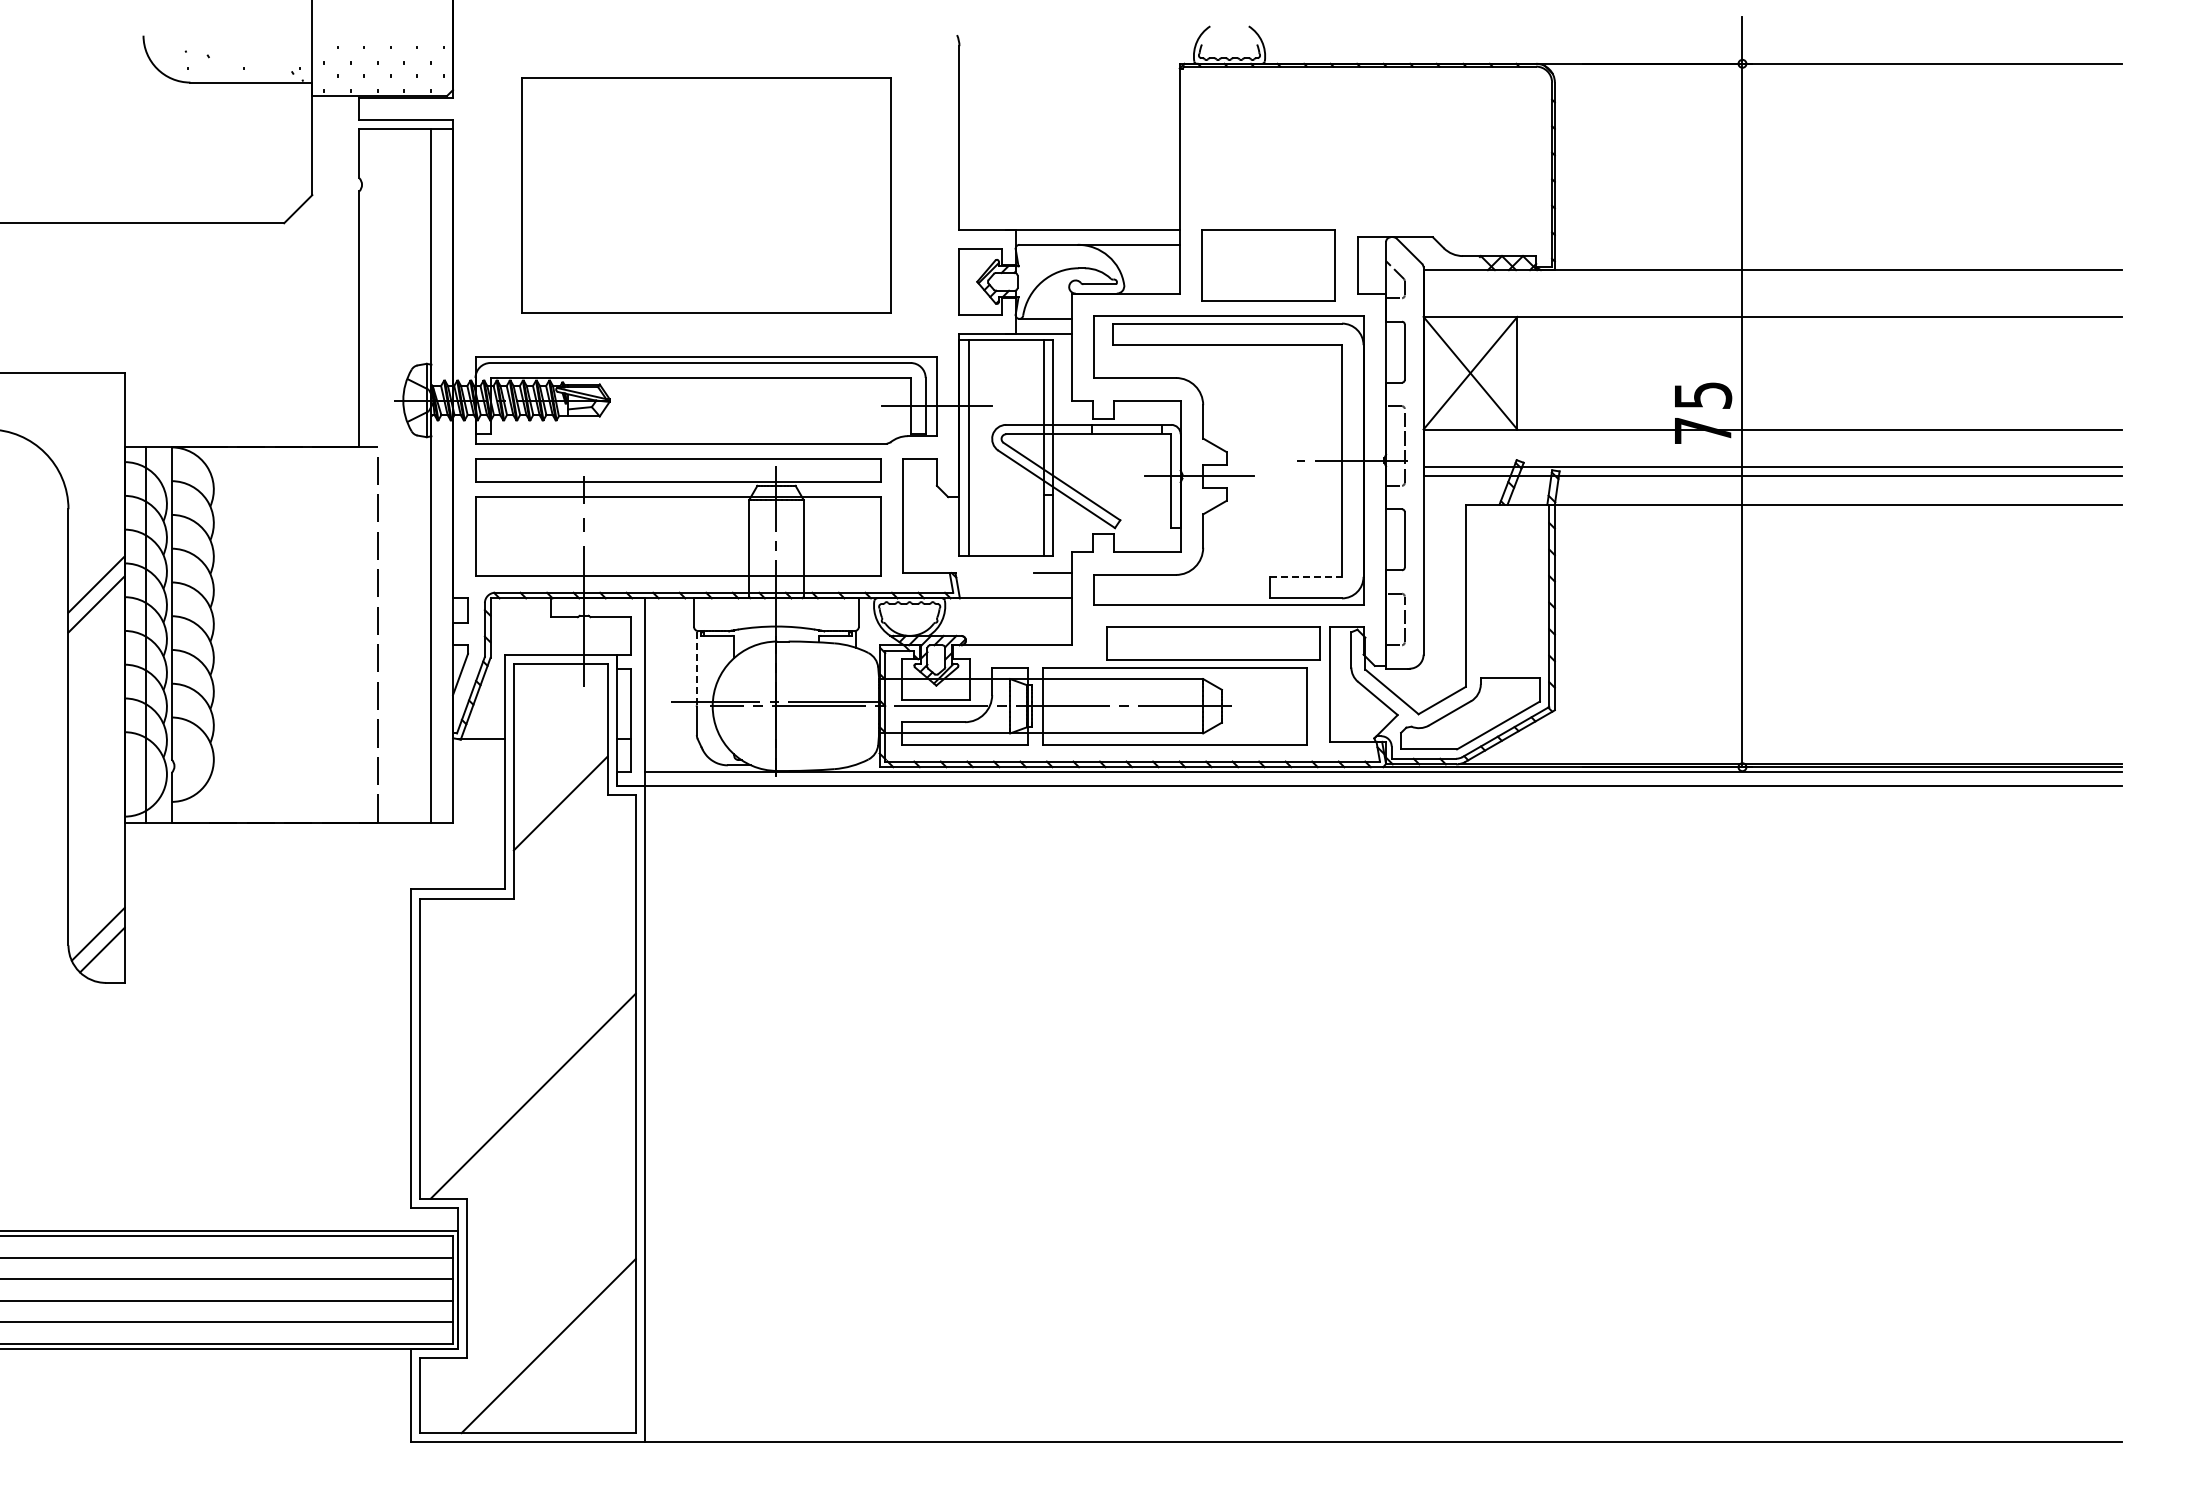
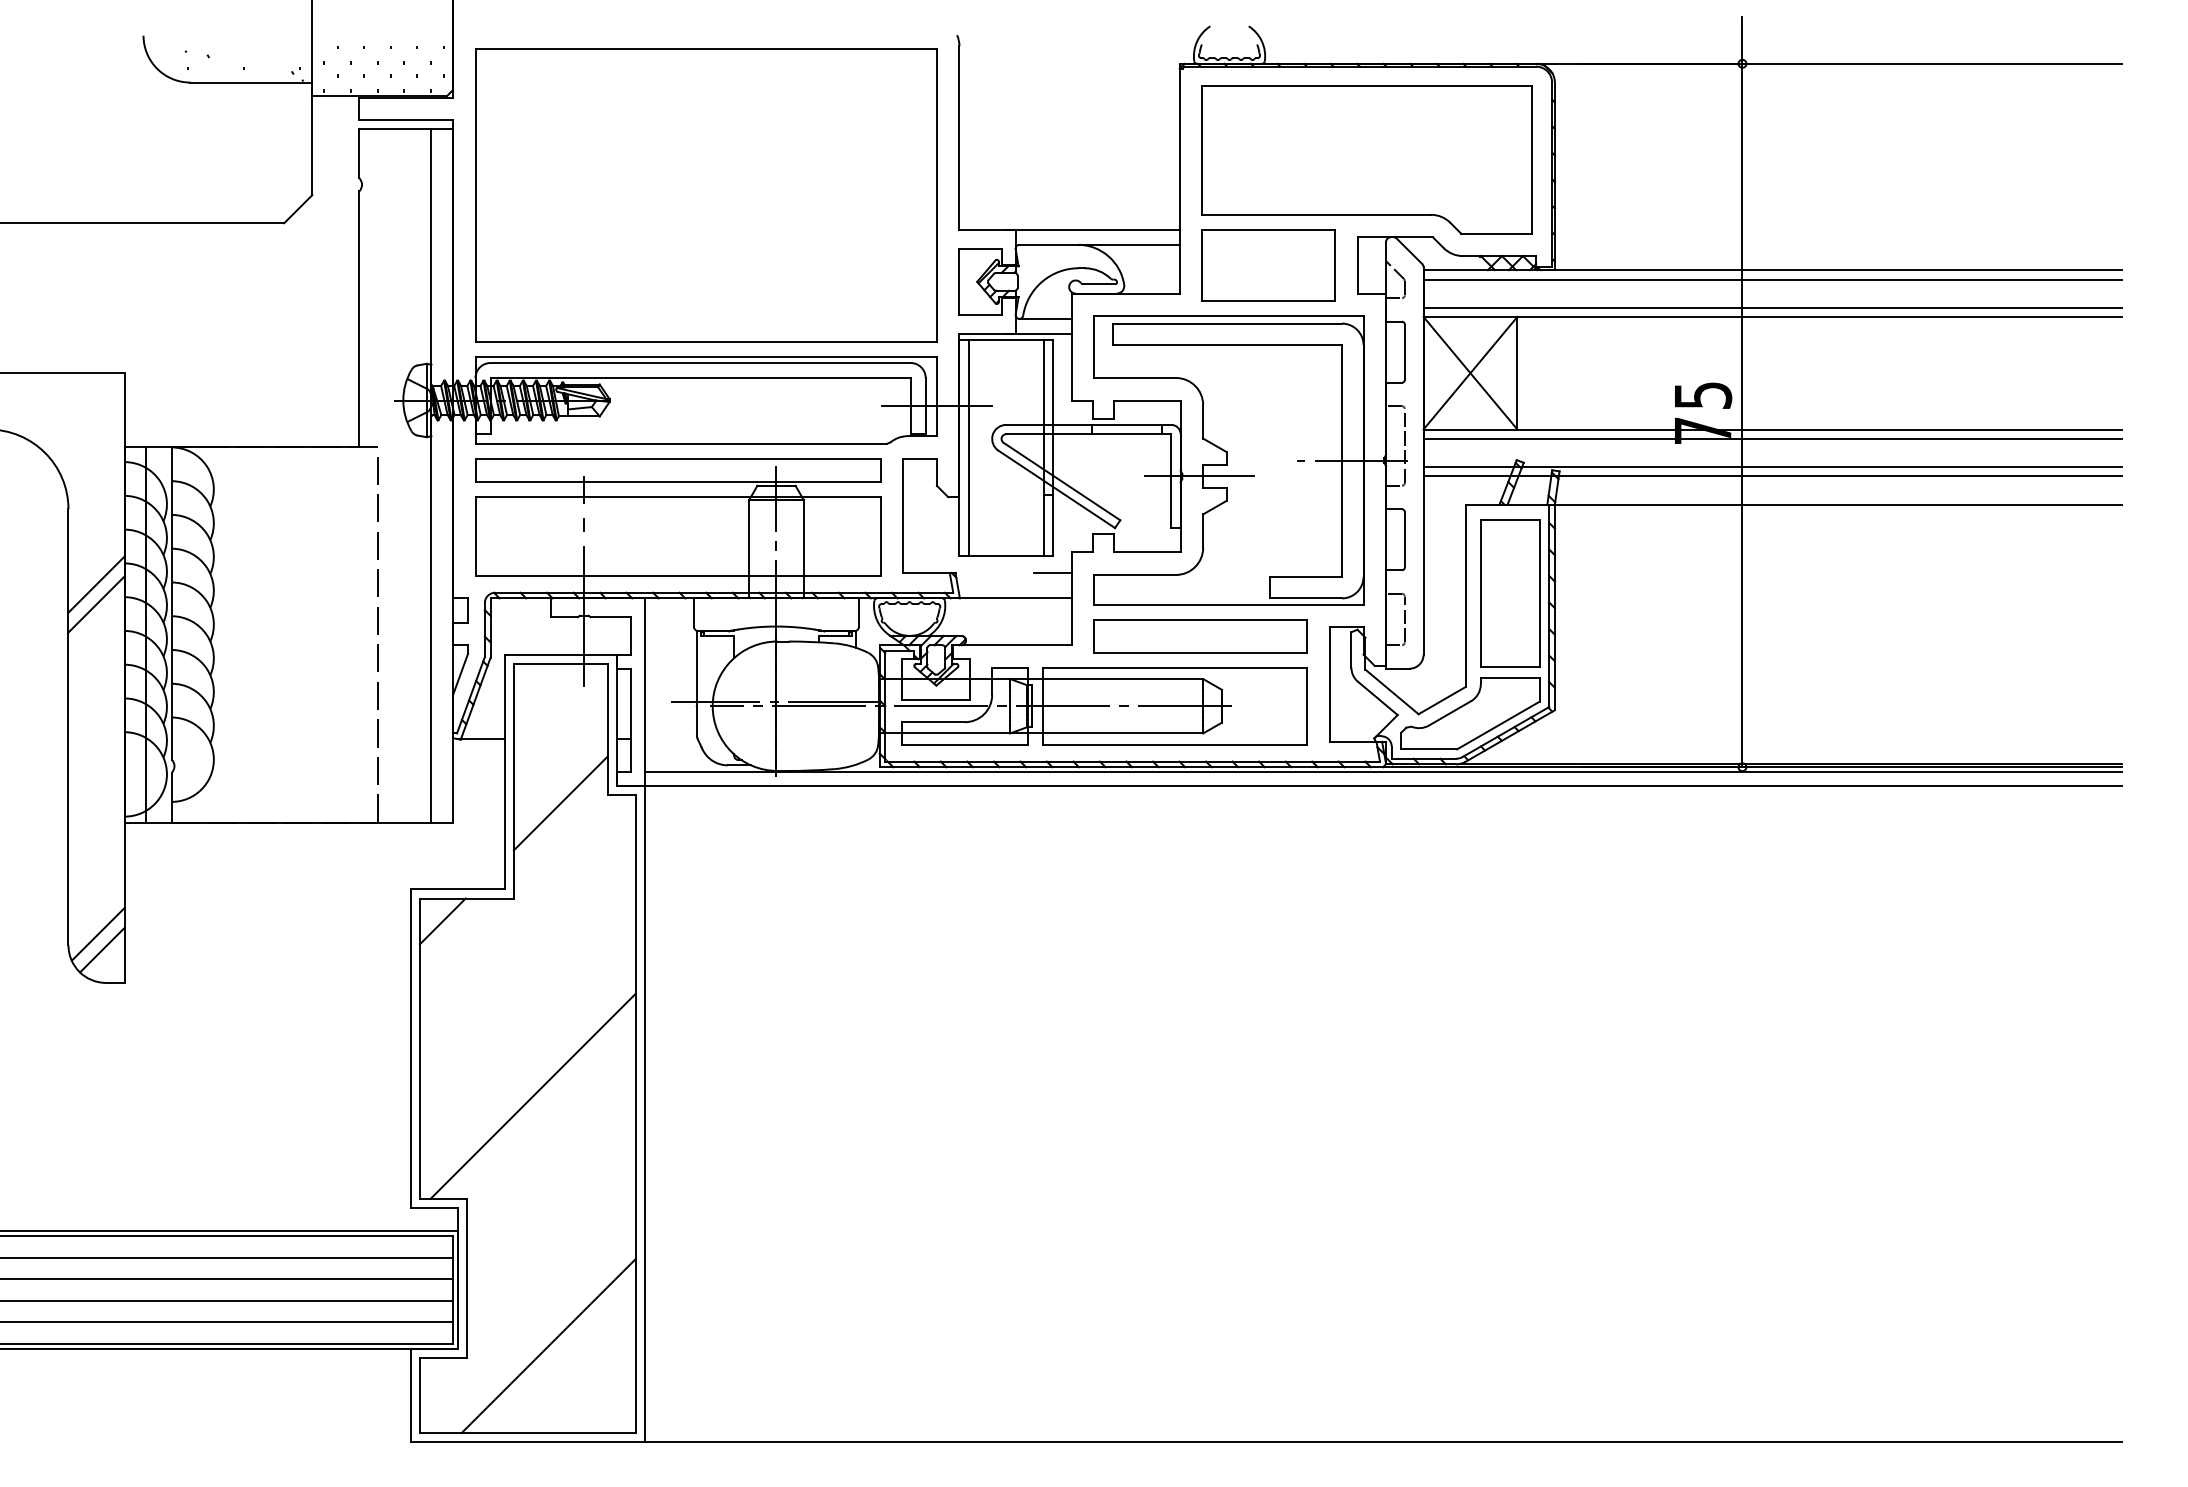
part at (1366, 159): none -> present
part at (706, 195) size: 371x237 px -> 463x295 px
line at (1772, 279): none -> present
line at (1772, 307): none -> present
line at (1772, 438): none -> present
line at (1306, 576): dashed -> solid
part at (1510, 593): none -> present
part at (1213, 643) position: (1213, 643) -> (1200, 636)
line at (696, 667): dashed -> solid
line at (442, 921): none -> present
